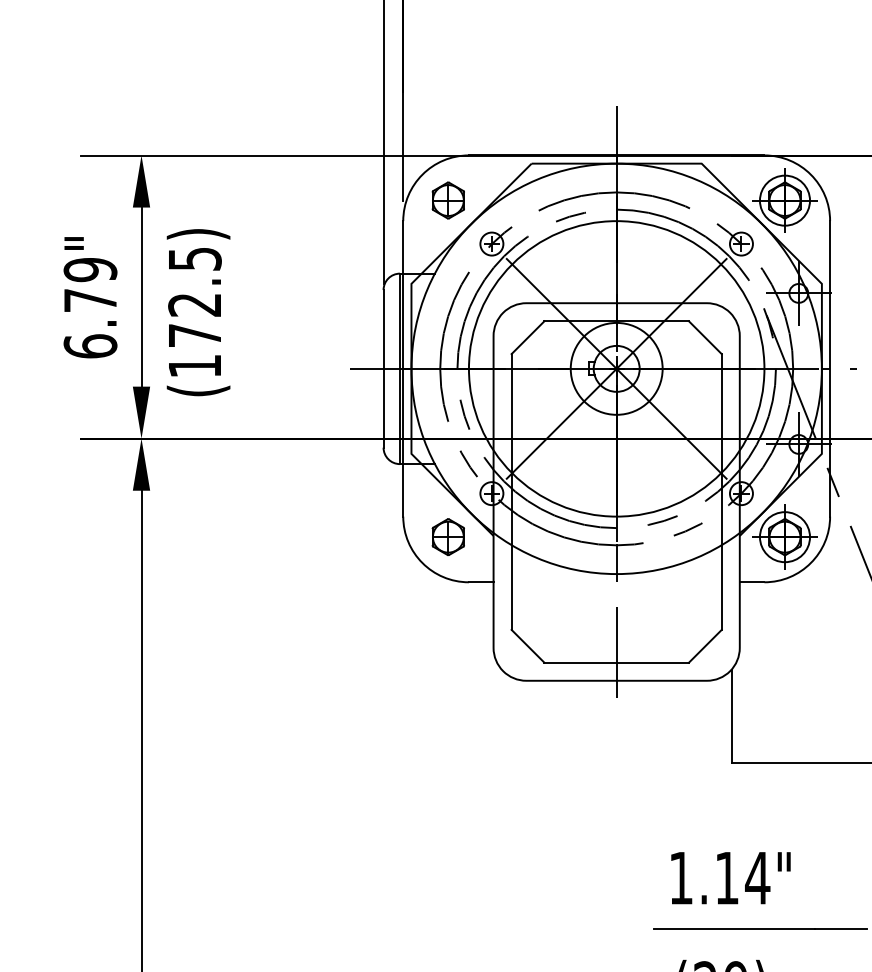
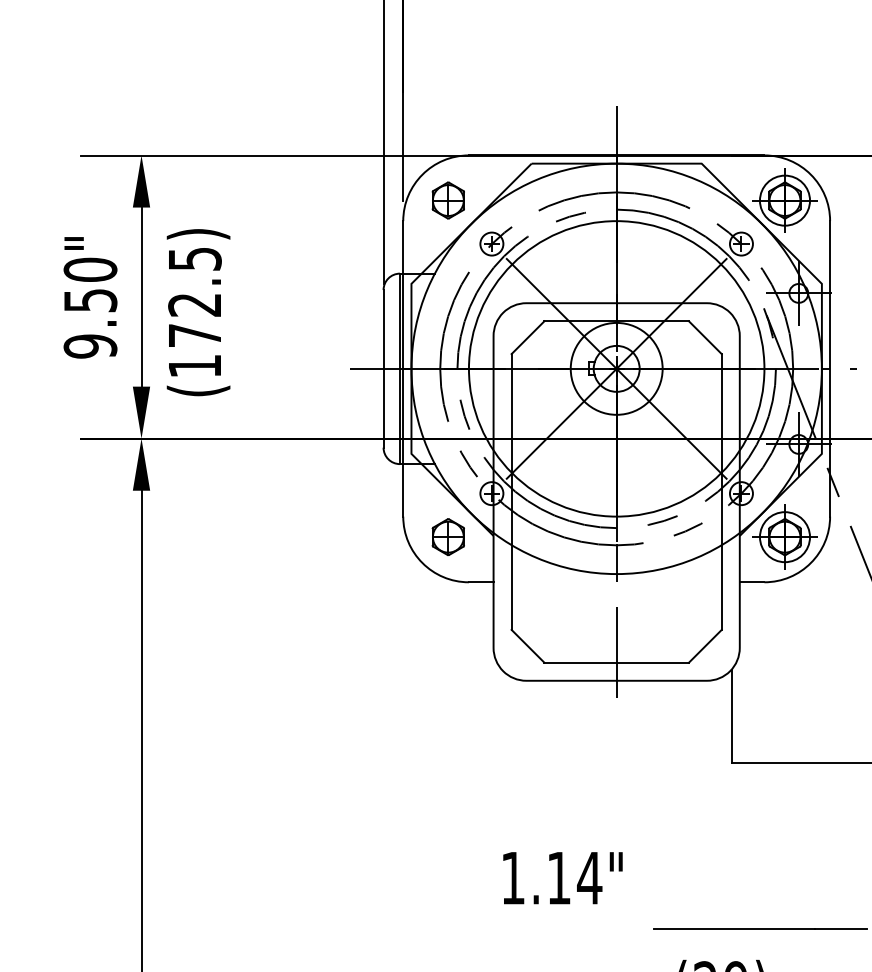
text at (90, 307): 6.79" -> 9.50"
text at (730, 878) position: (730, 878) -> (562, 878)
